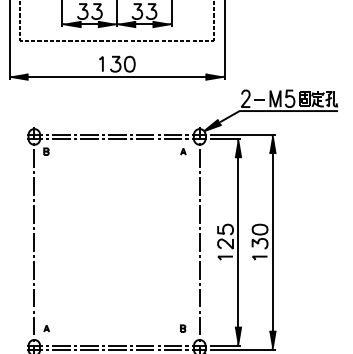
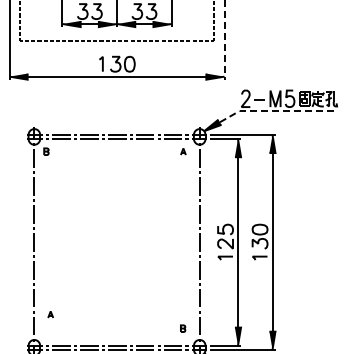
line at (224, 39): solid -> dashed
line at (277, 111): solid -> dashed
part at (46, 328) position: (46, 328) -> (50, 314)
